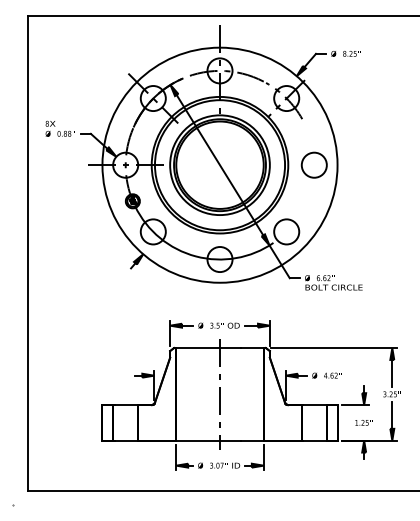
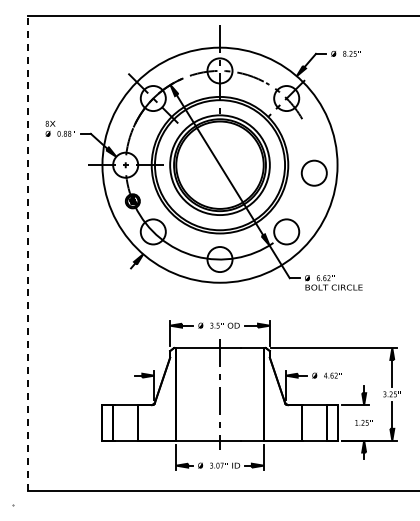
circle at (313, 164) position: (313, 164) -> (313, 172)
line at (27, 252): solid -> dashed
